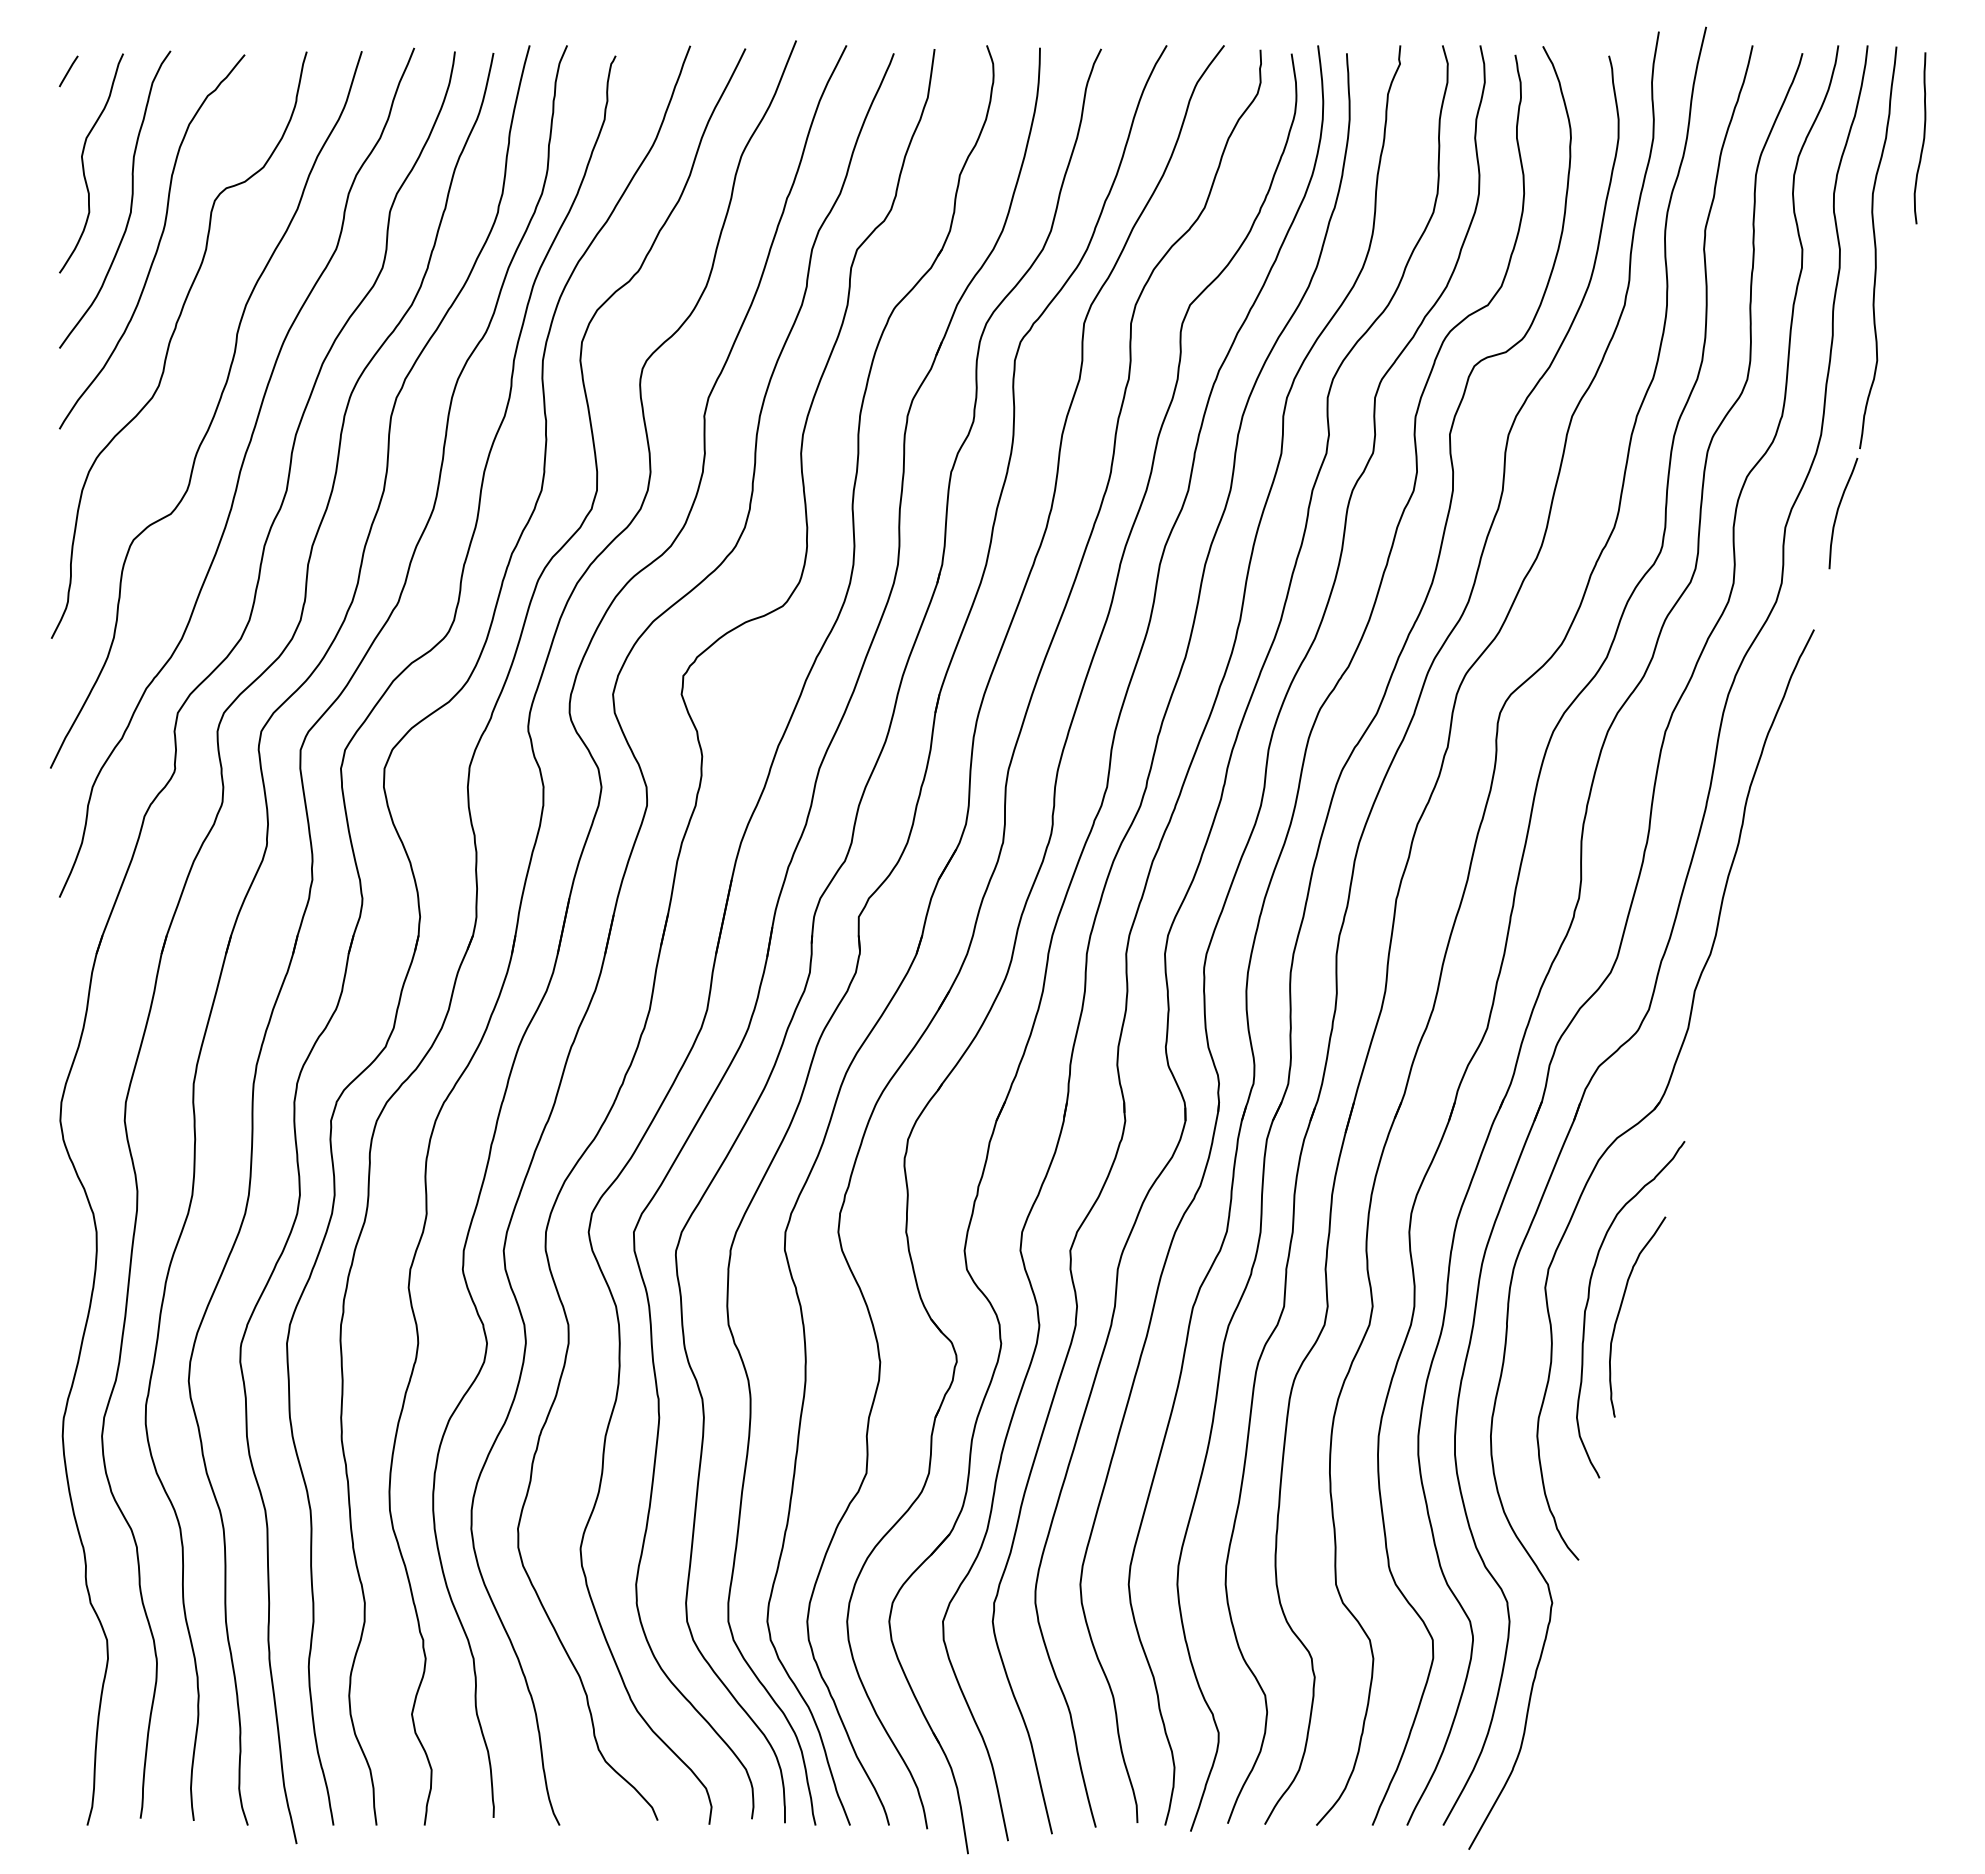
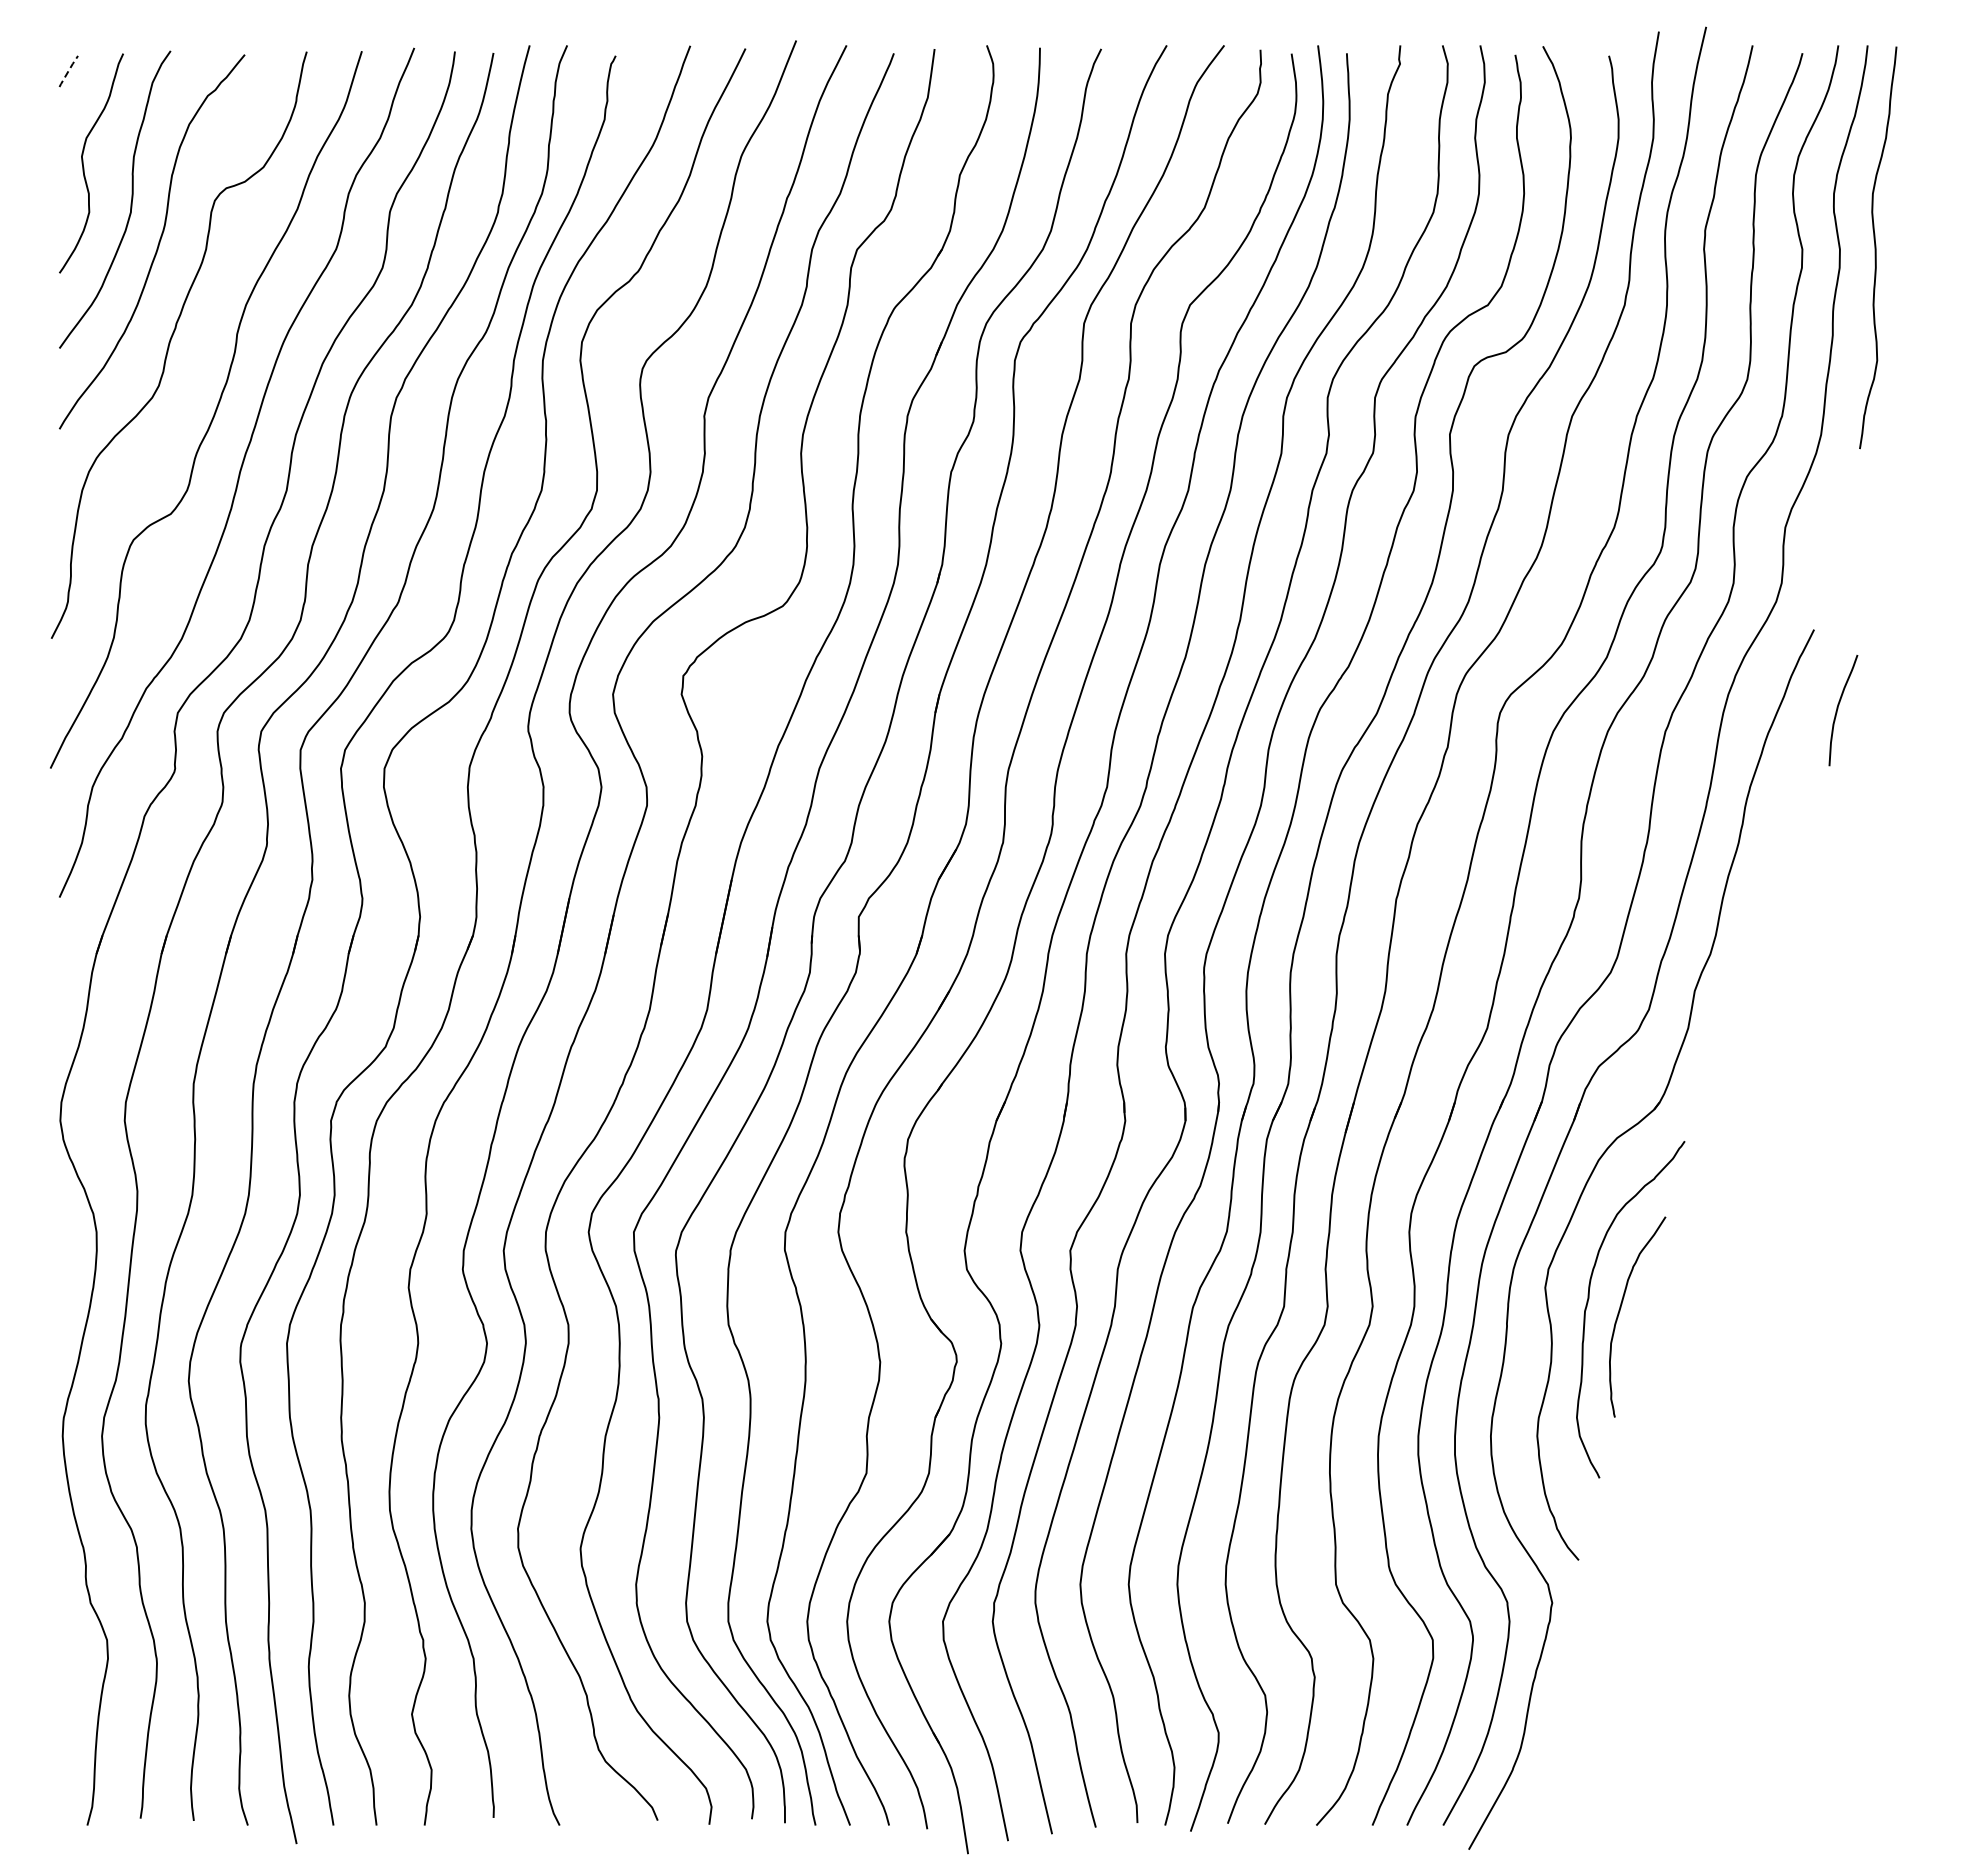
line at (68, 71): solid -> dashed
curve at (1923, 138): present -> none
curve at (1838, 512) position: (1838, 512) -> (1838, 709)
